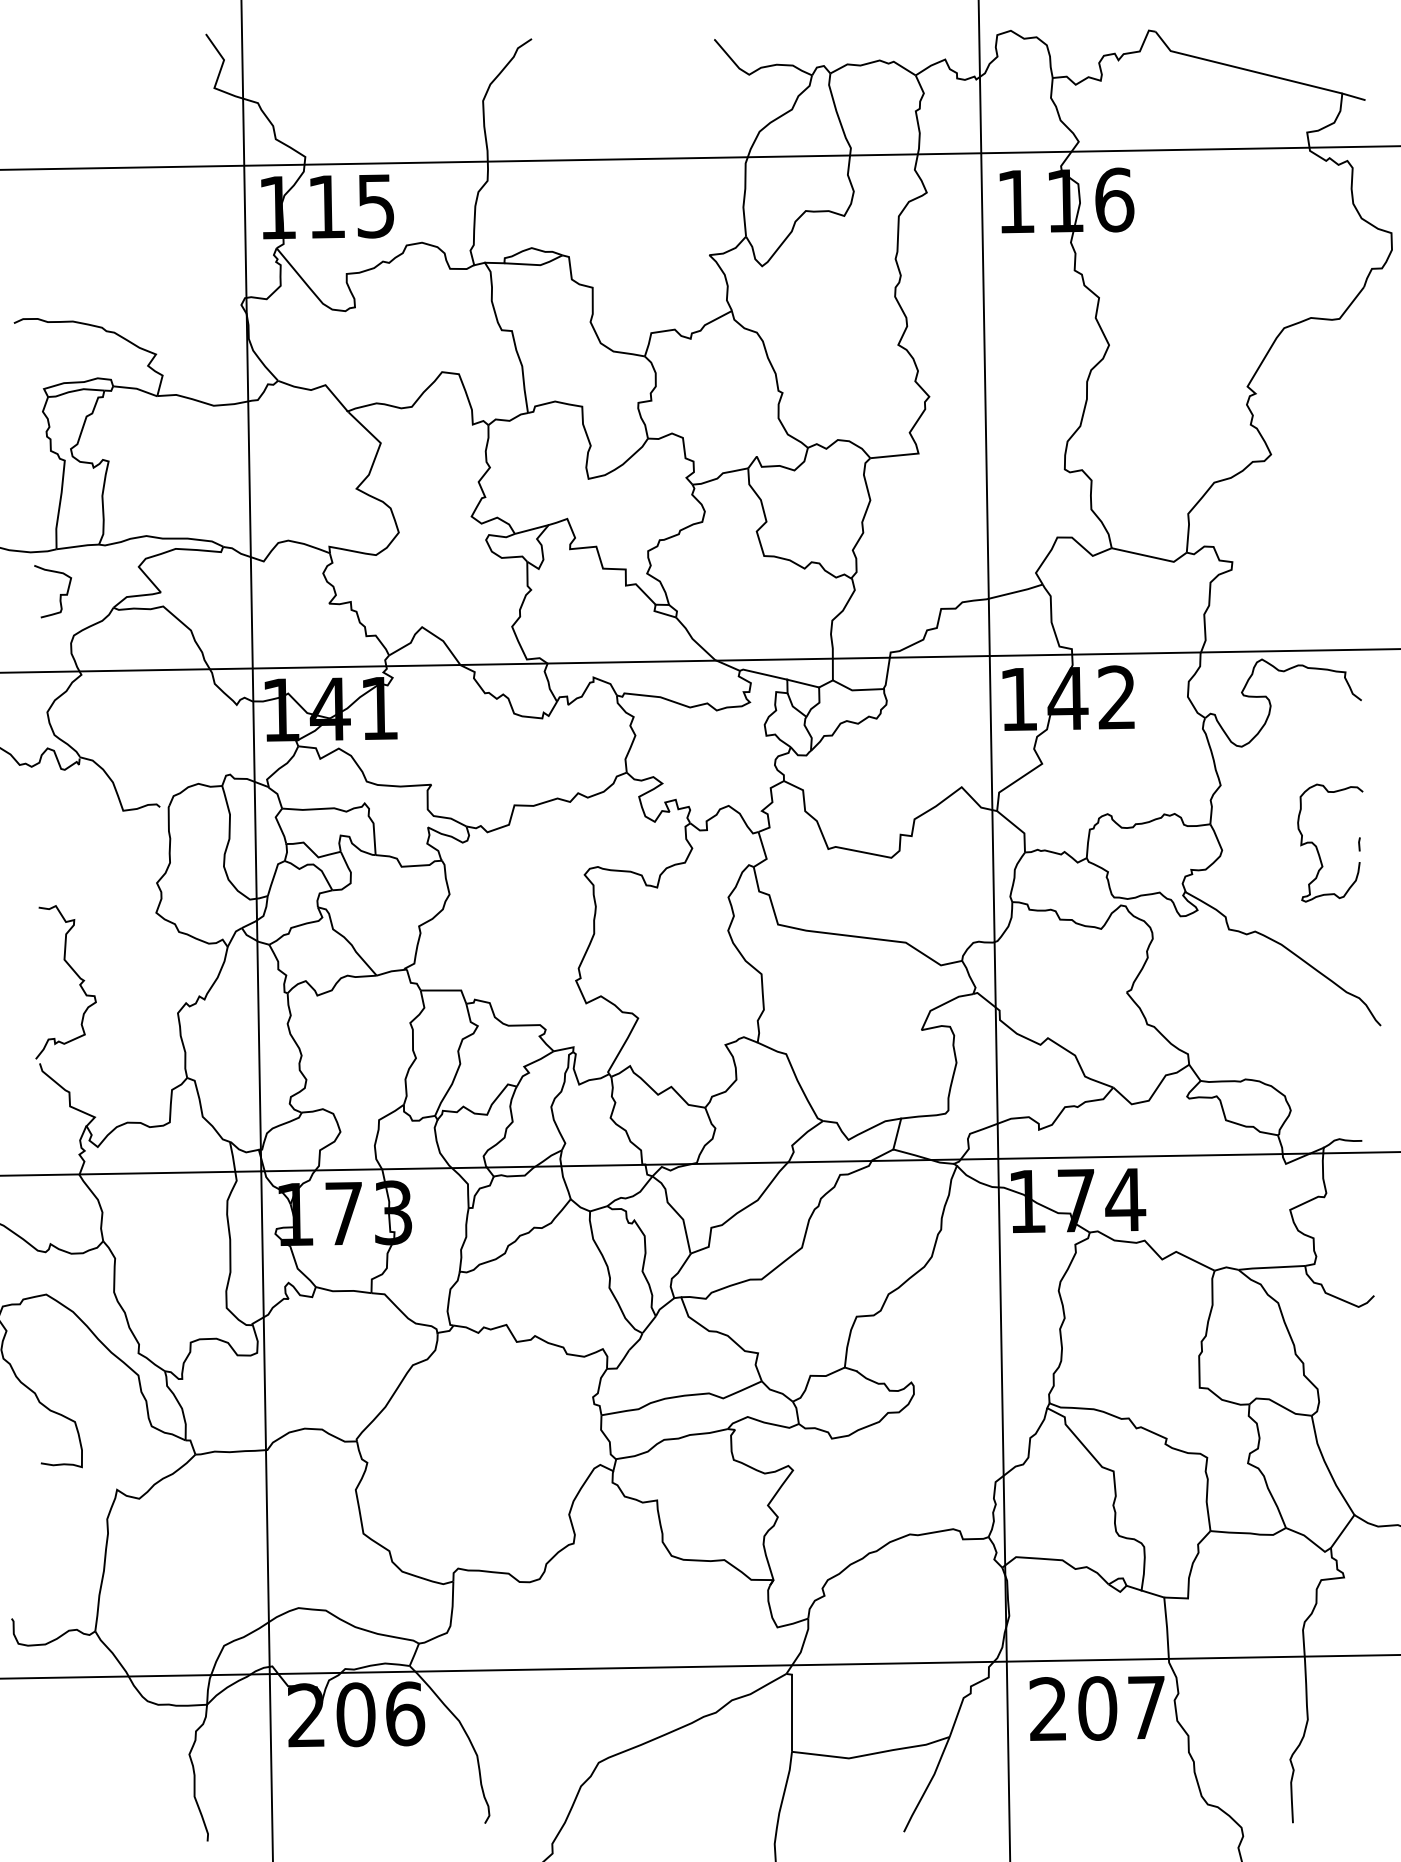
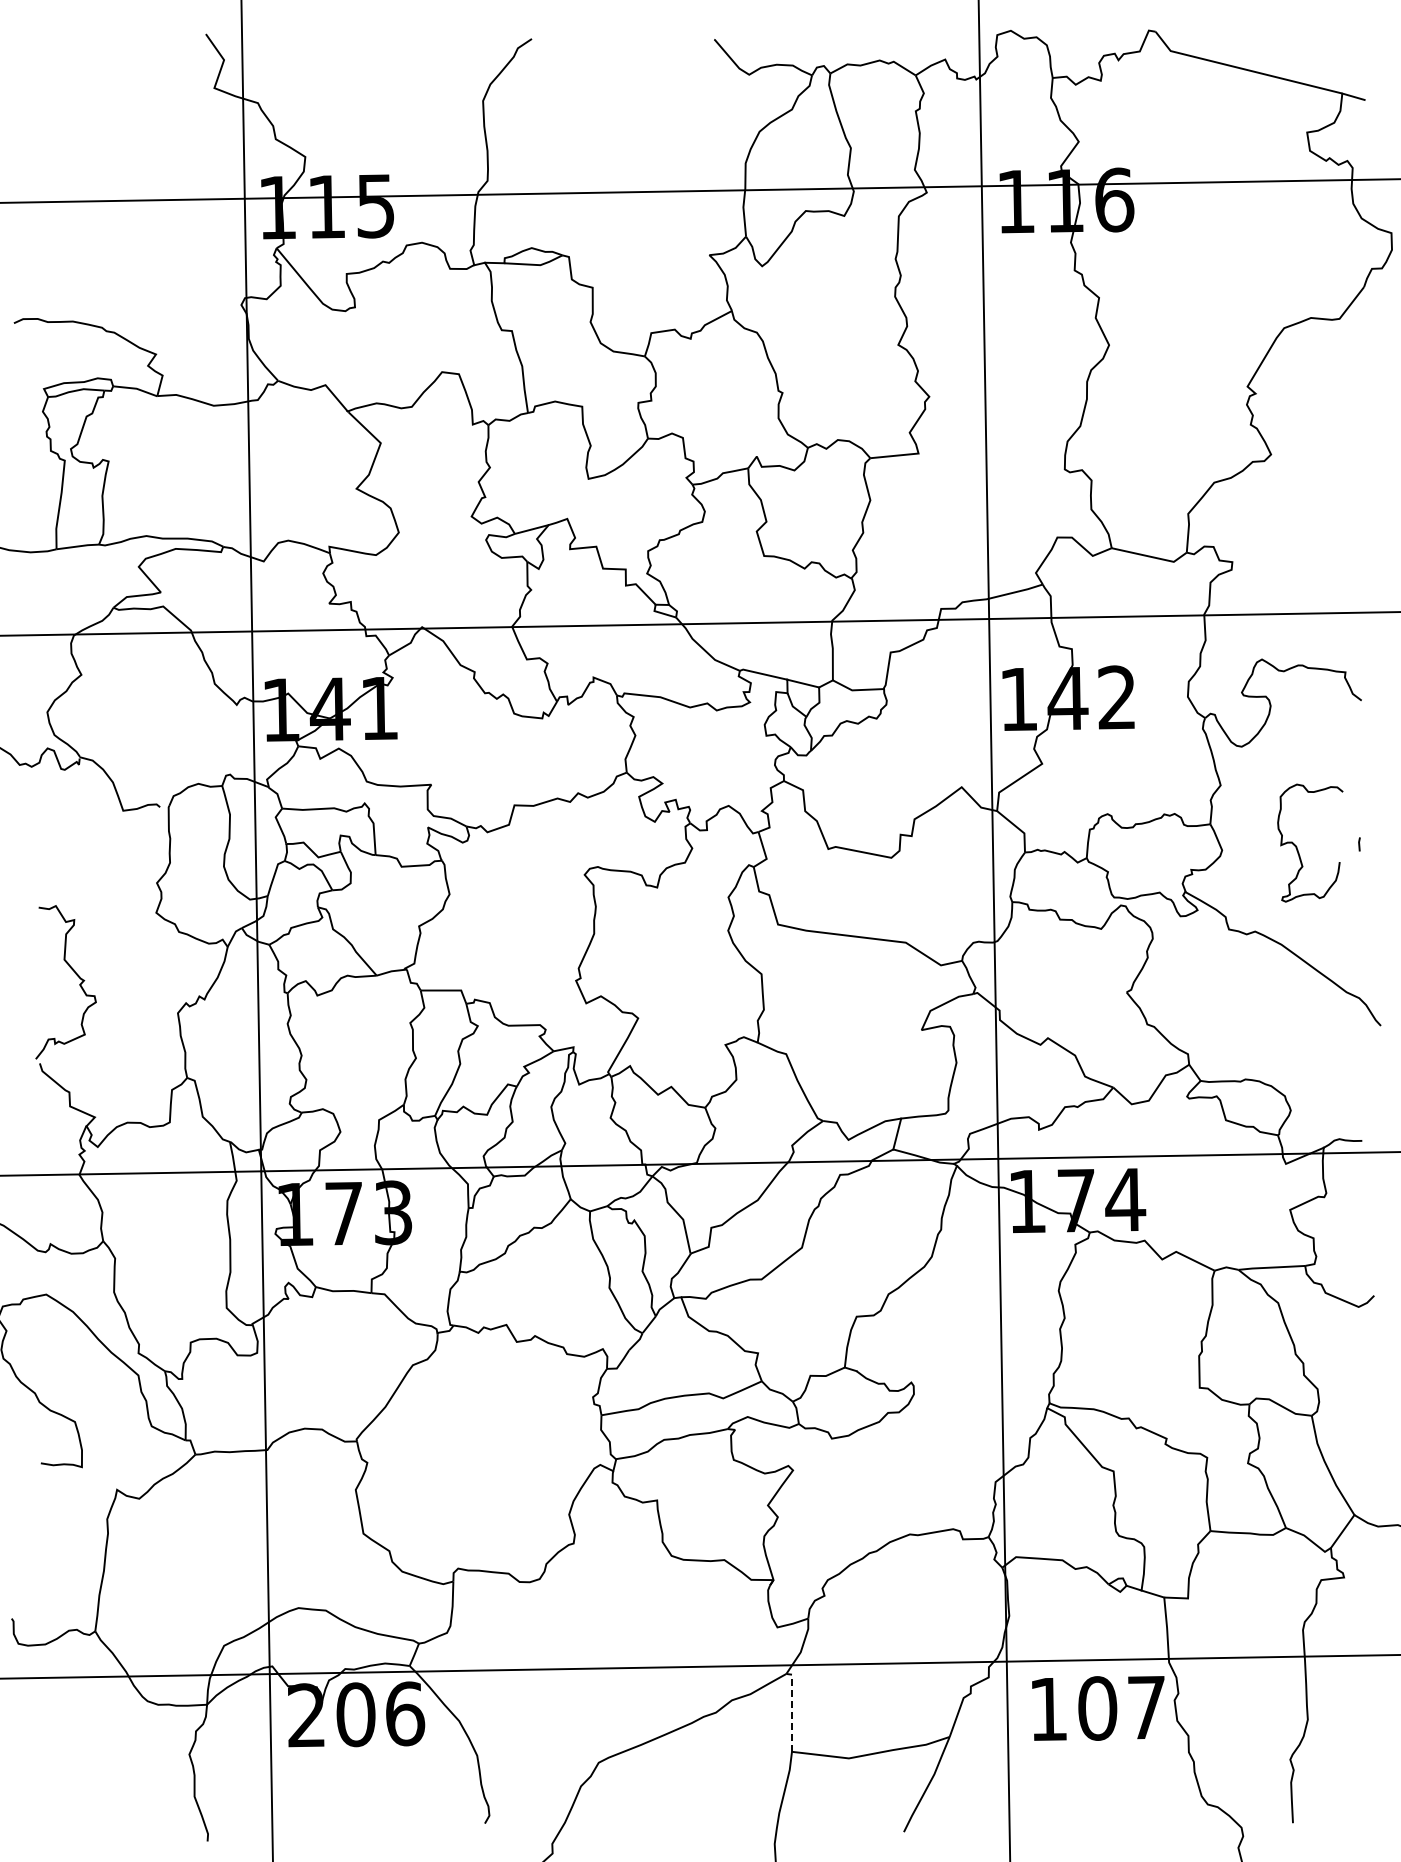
line at (699, 157) position: (699, 157) -> (699, 190)
curve at (59, 595): present -> none
line at (699, 660) position: (699, 660) -> (699, 623)
curve at (1317, 846) position: (1317, 846) -> (1297, 846)
text at (1047, 1708): 207 -> 107
line at (792, 1709): solid -> dashed
